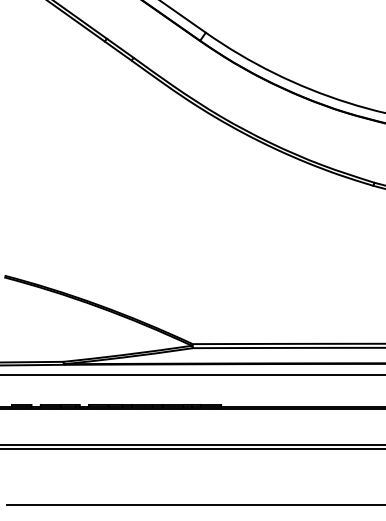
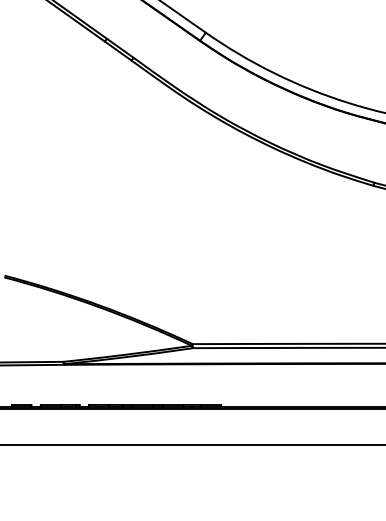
line at (192, 374): present -> none
line at (192, 448): present -> none
line at (194, 505): present -> none
